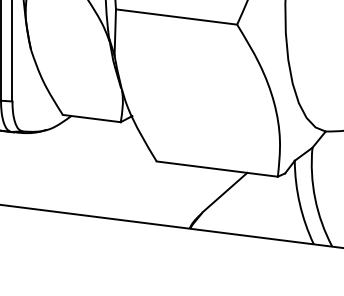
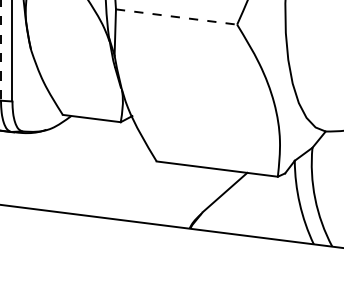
line at (177, 17): solid -> dashed
line at (0, 50): solid -> dashed
